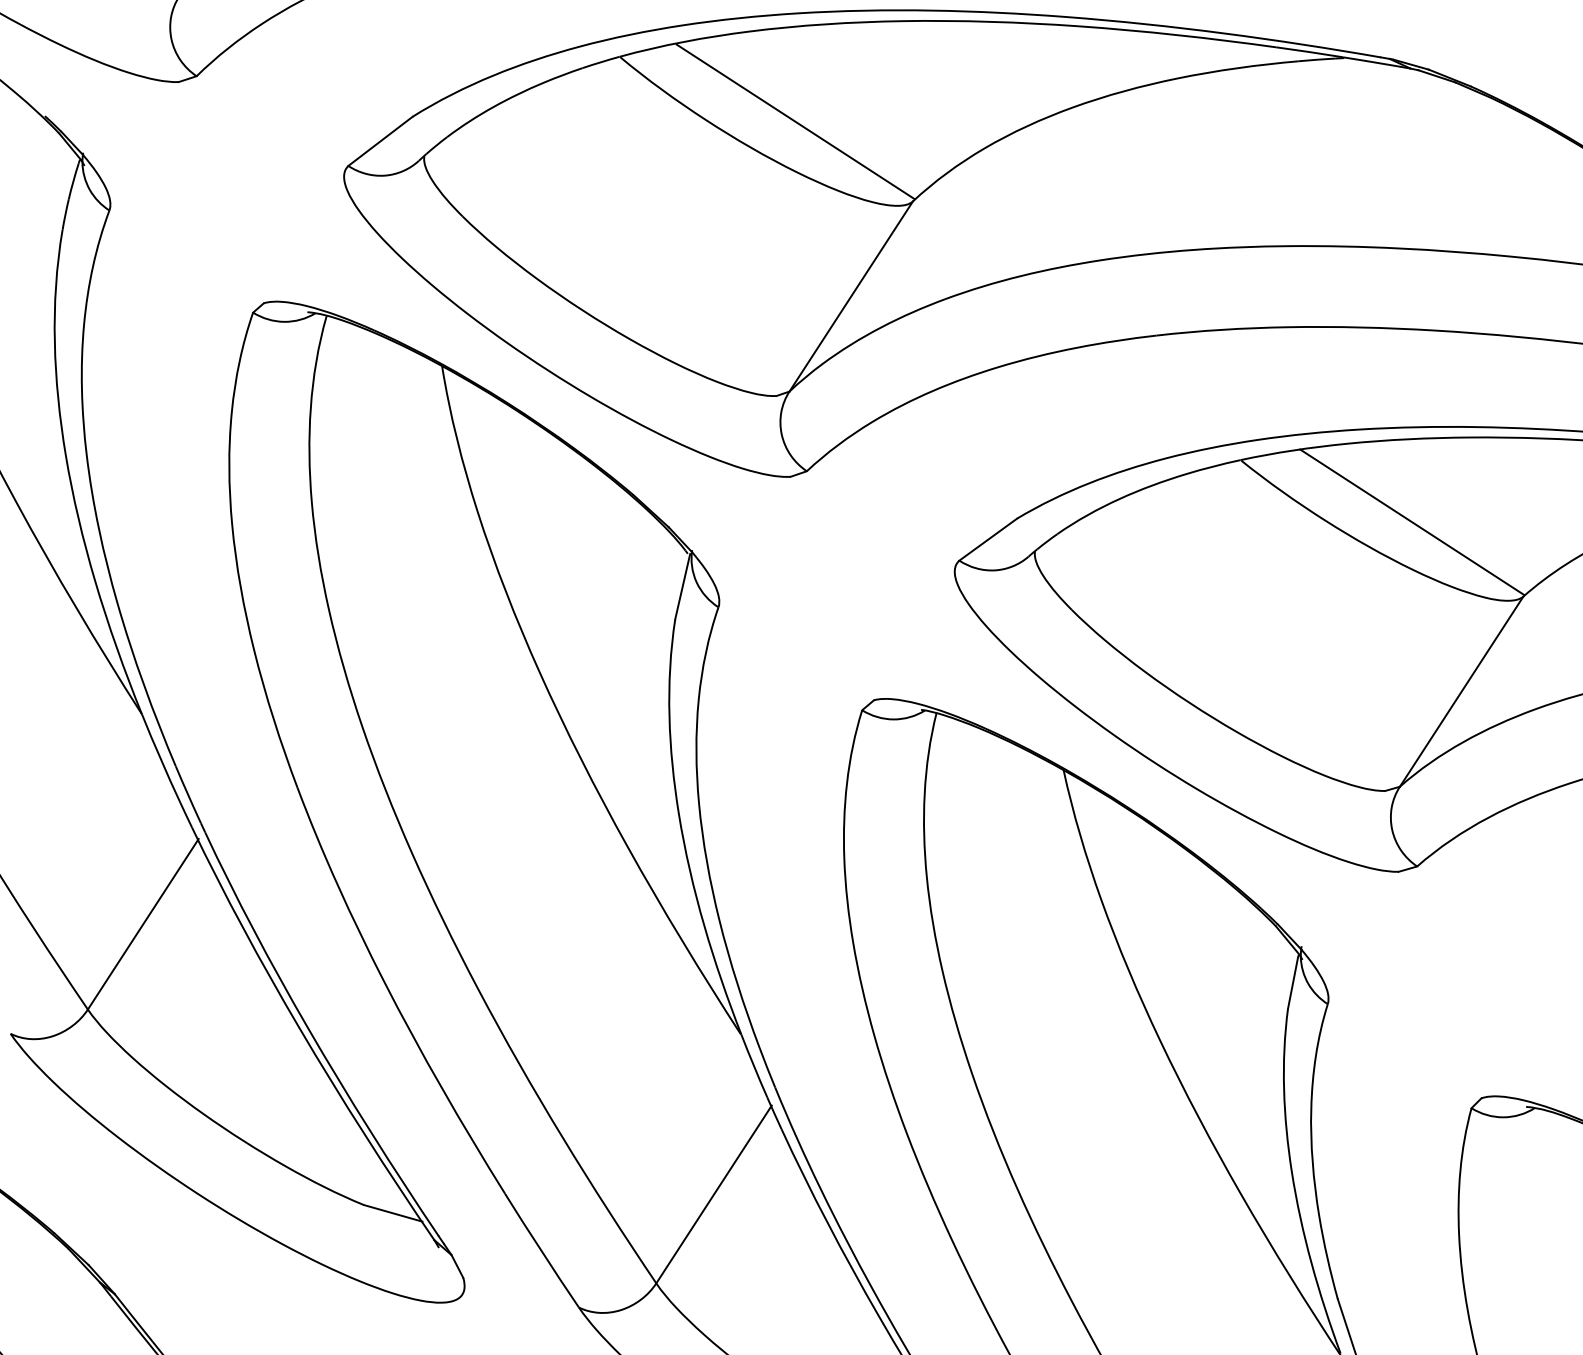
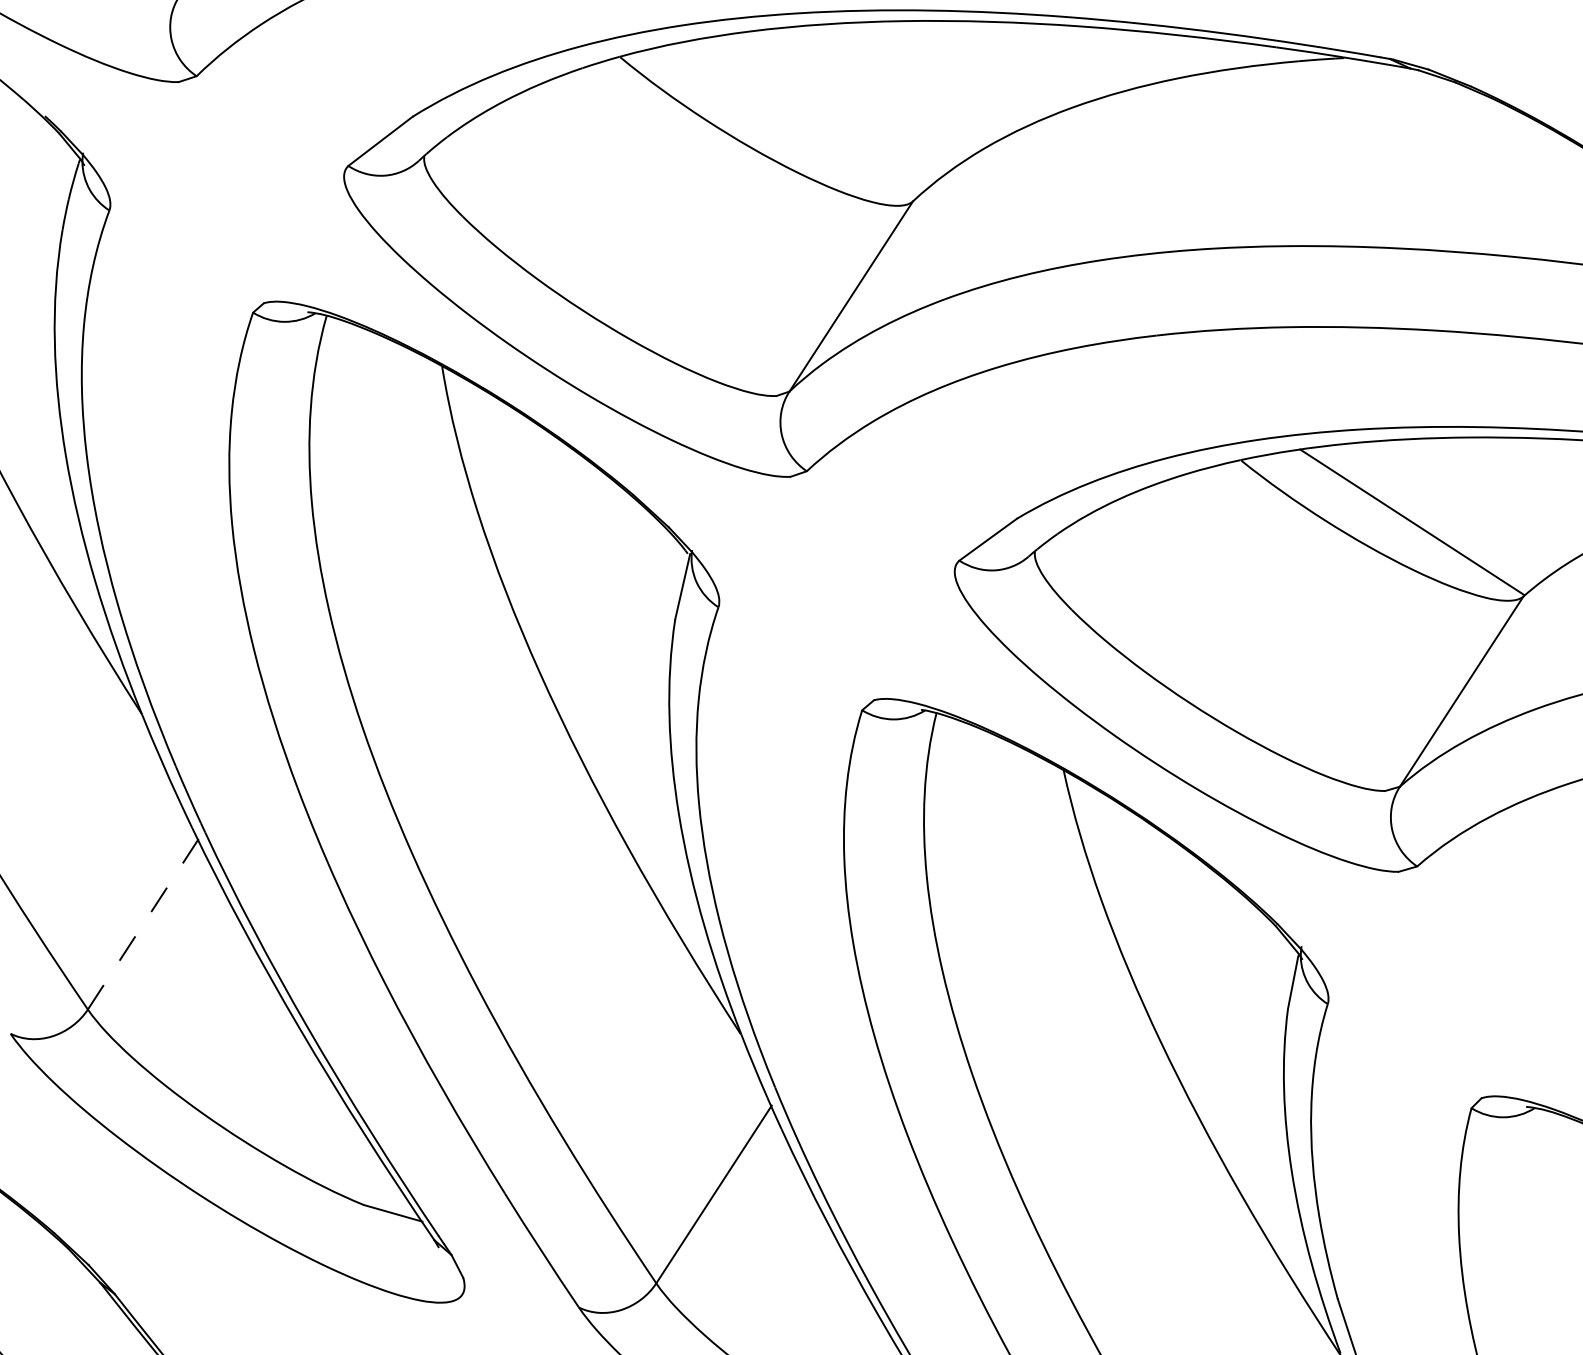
line at (795, 121): present -> none
line at (143, 924): solid -> dashed
